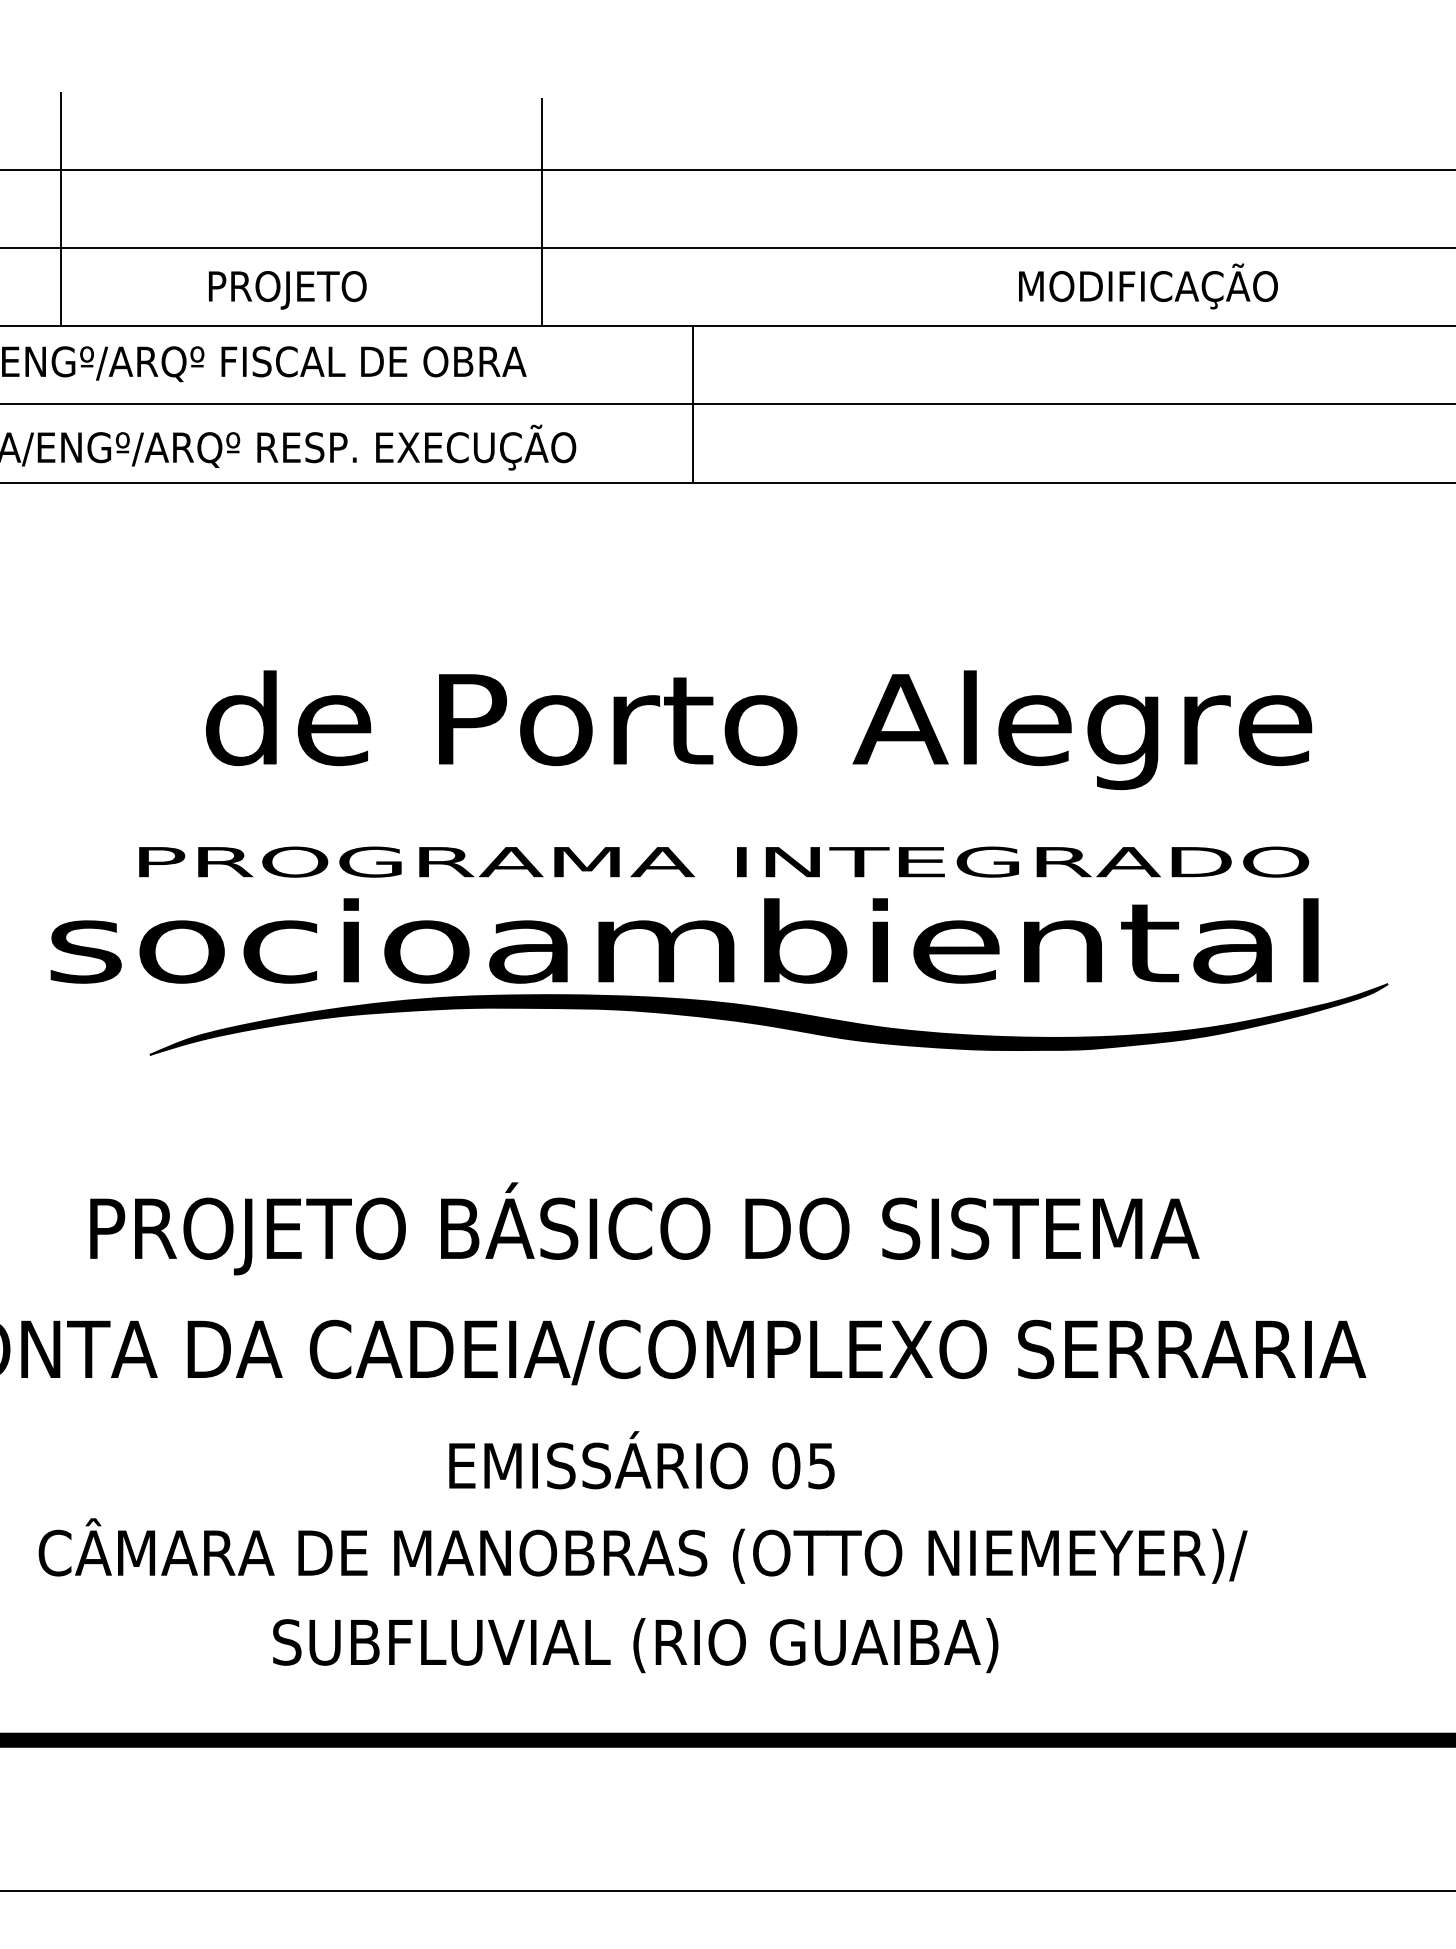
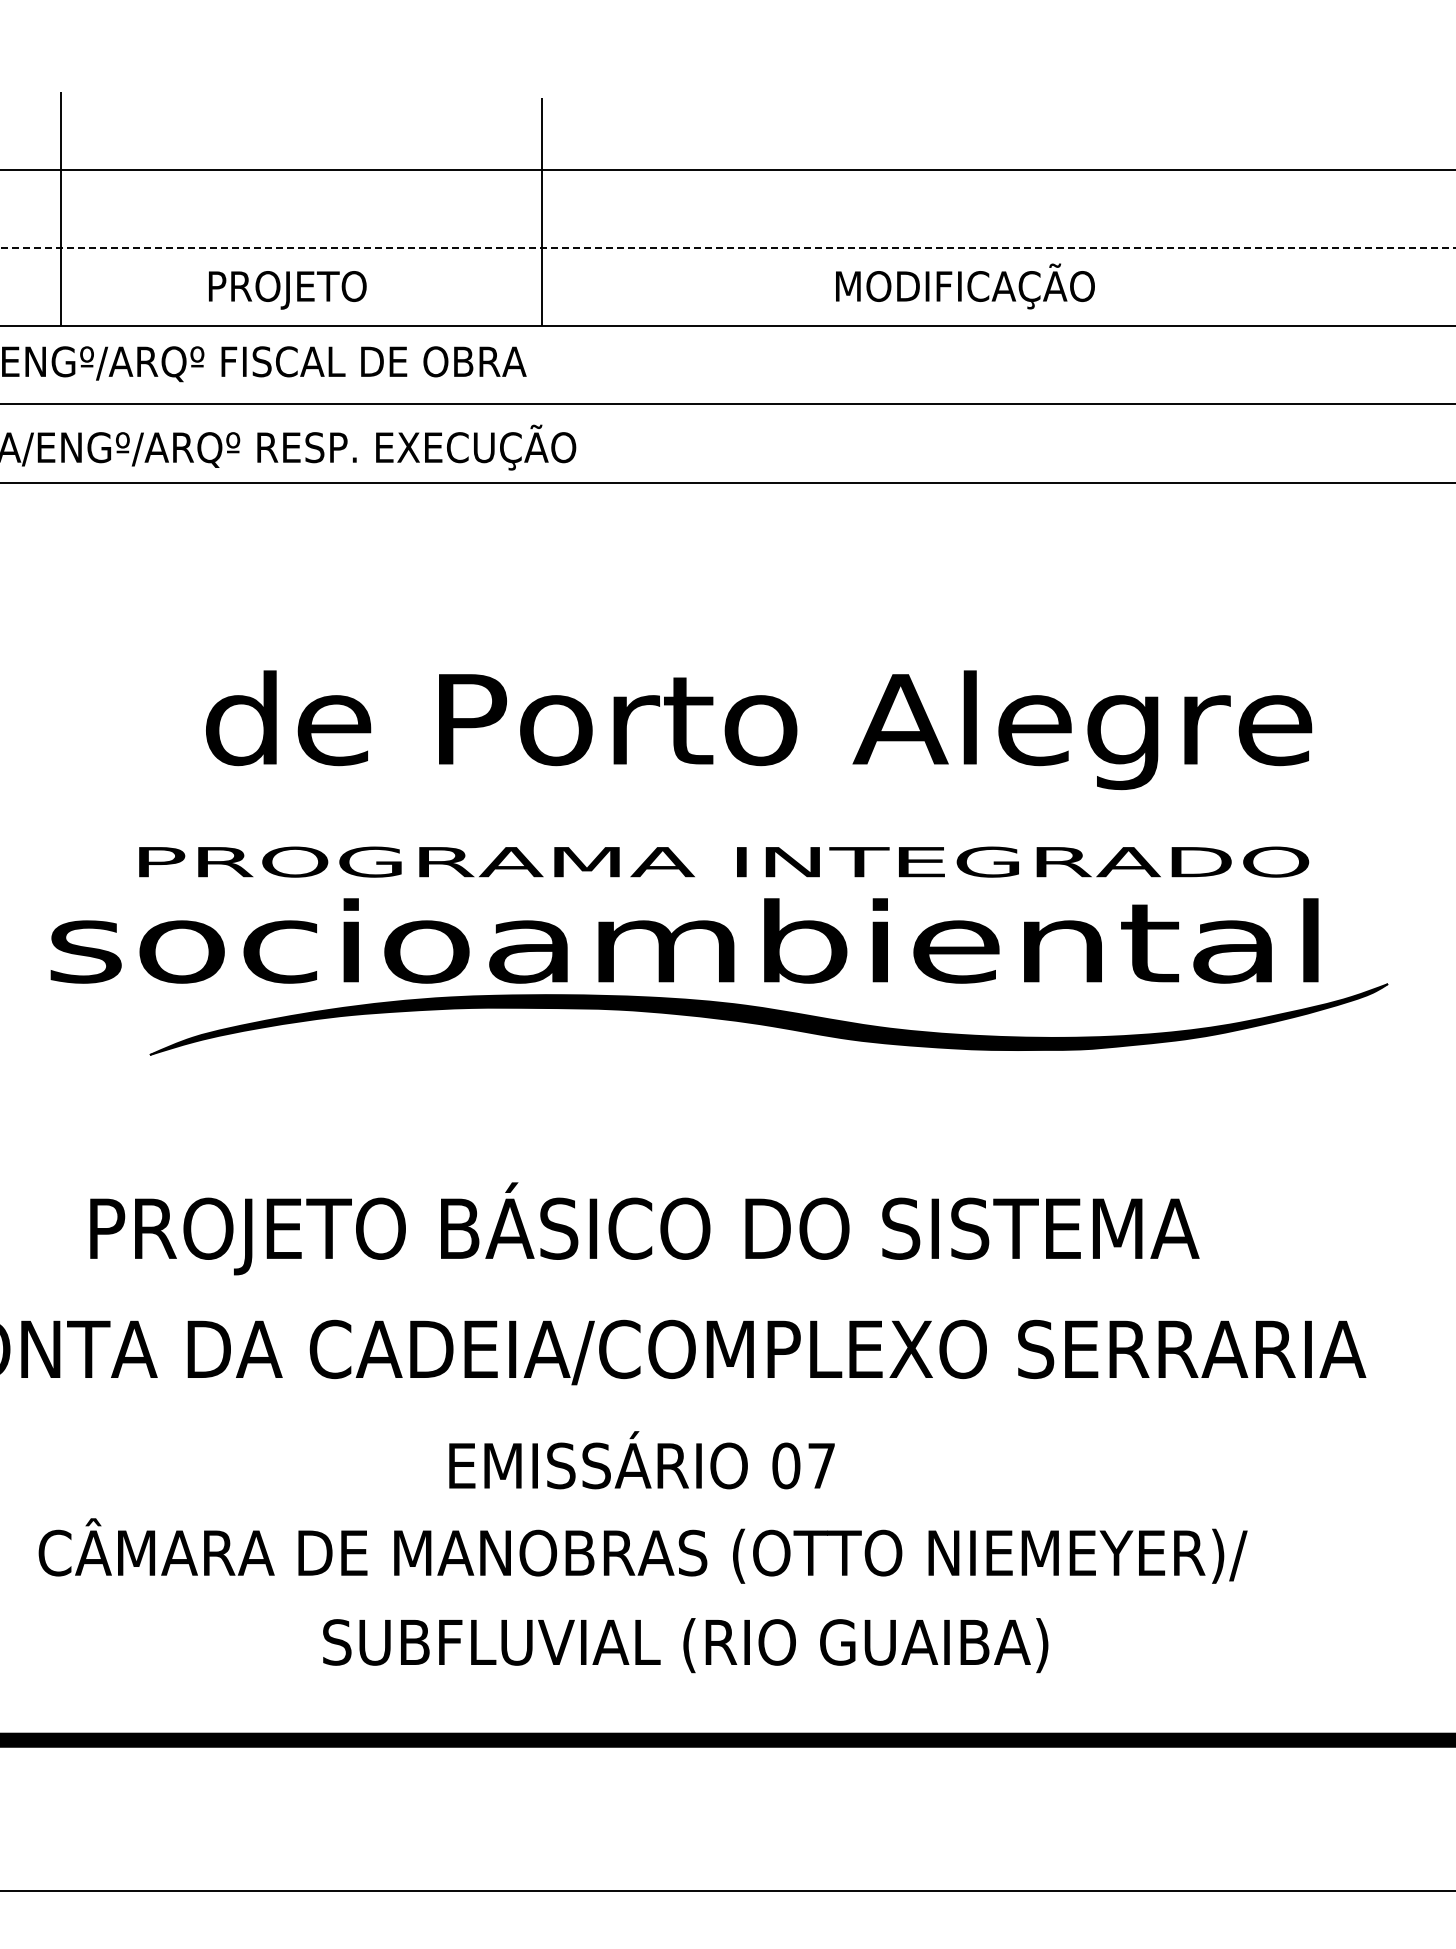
line at (728, 248): solid -> dashed
text at (1148, 286) position: (1148, 286) -> (965, 286)
line at (692, 404): present -> none
text at (821, 1466): 05 -> 07
text at (635, 1645) position: (635, 1645) -> (685, 1645)
